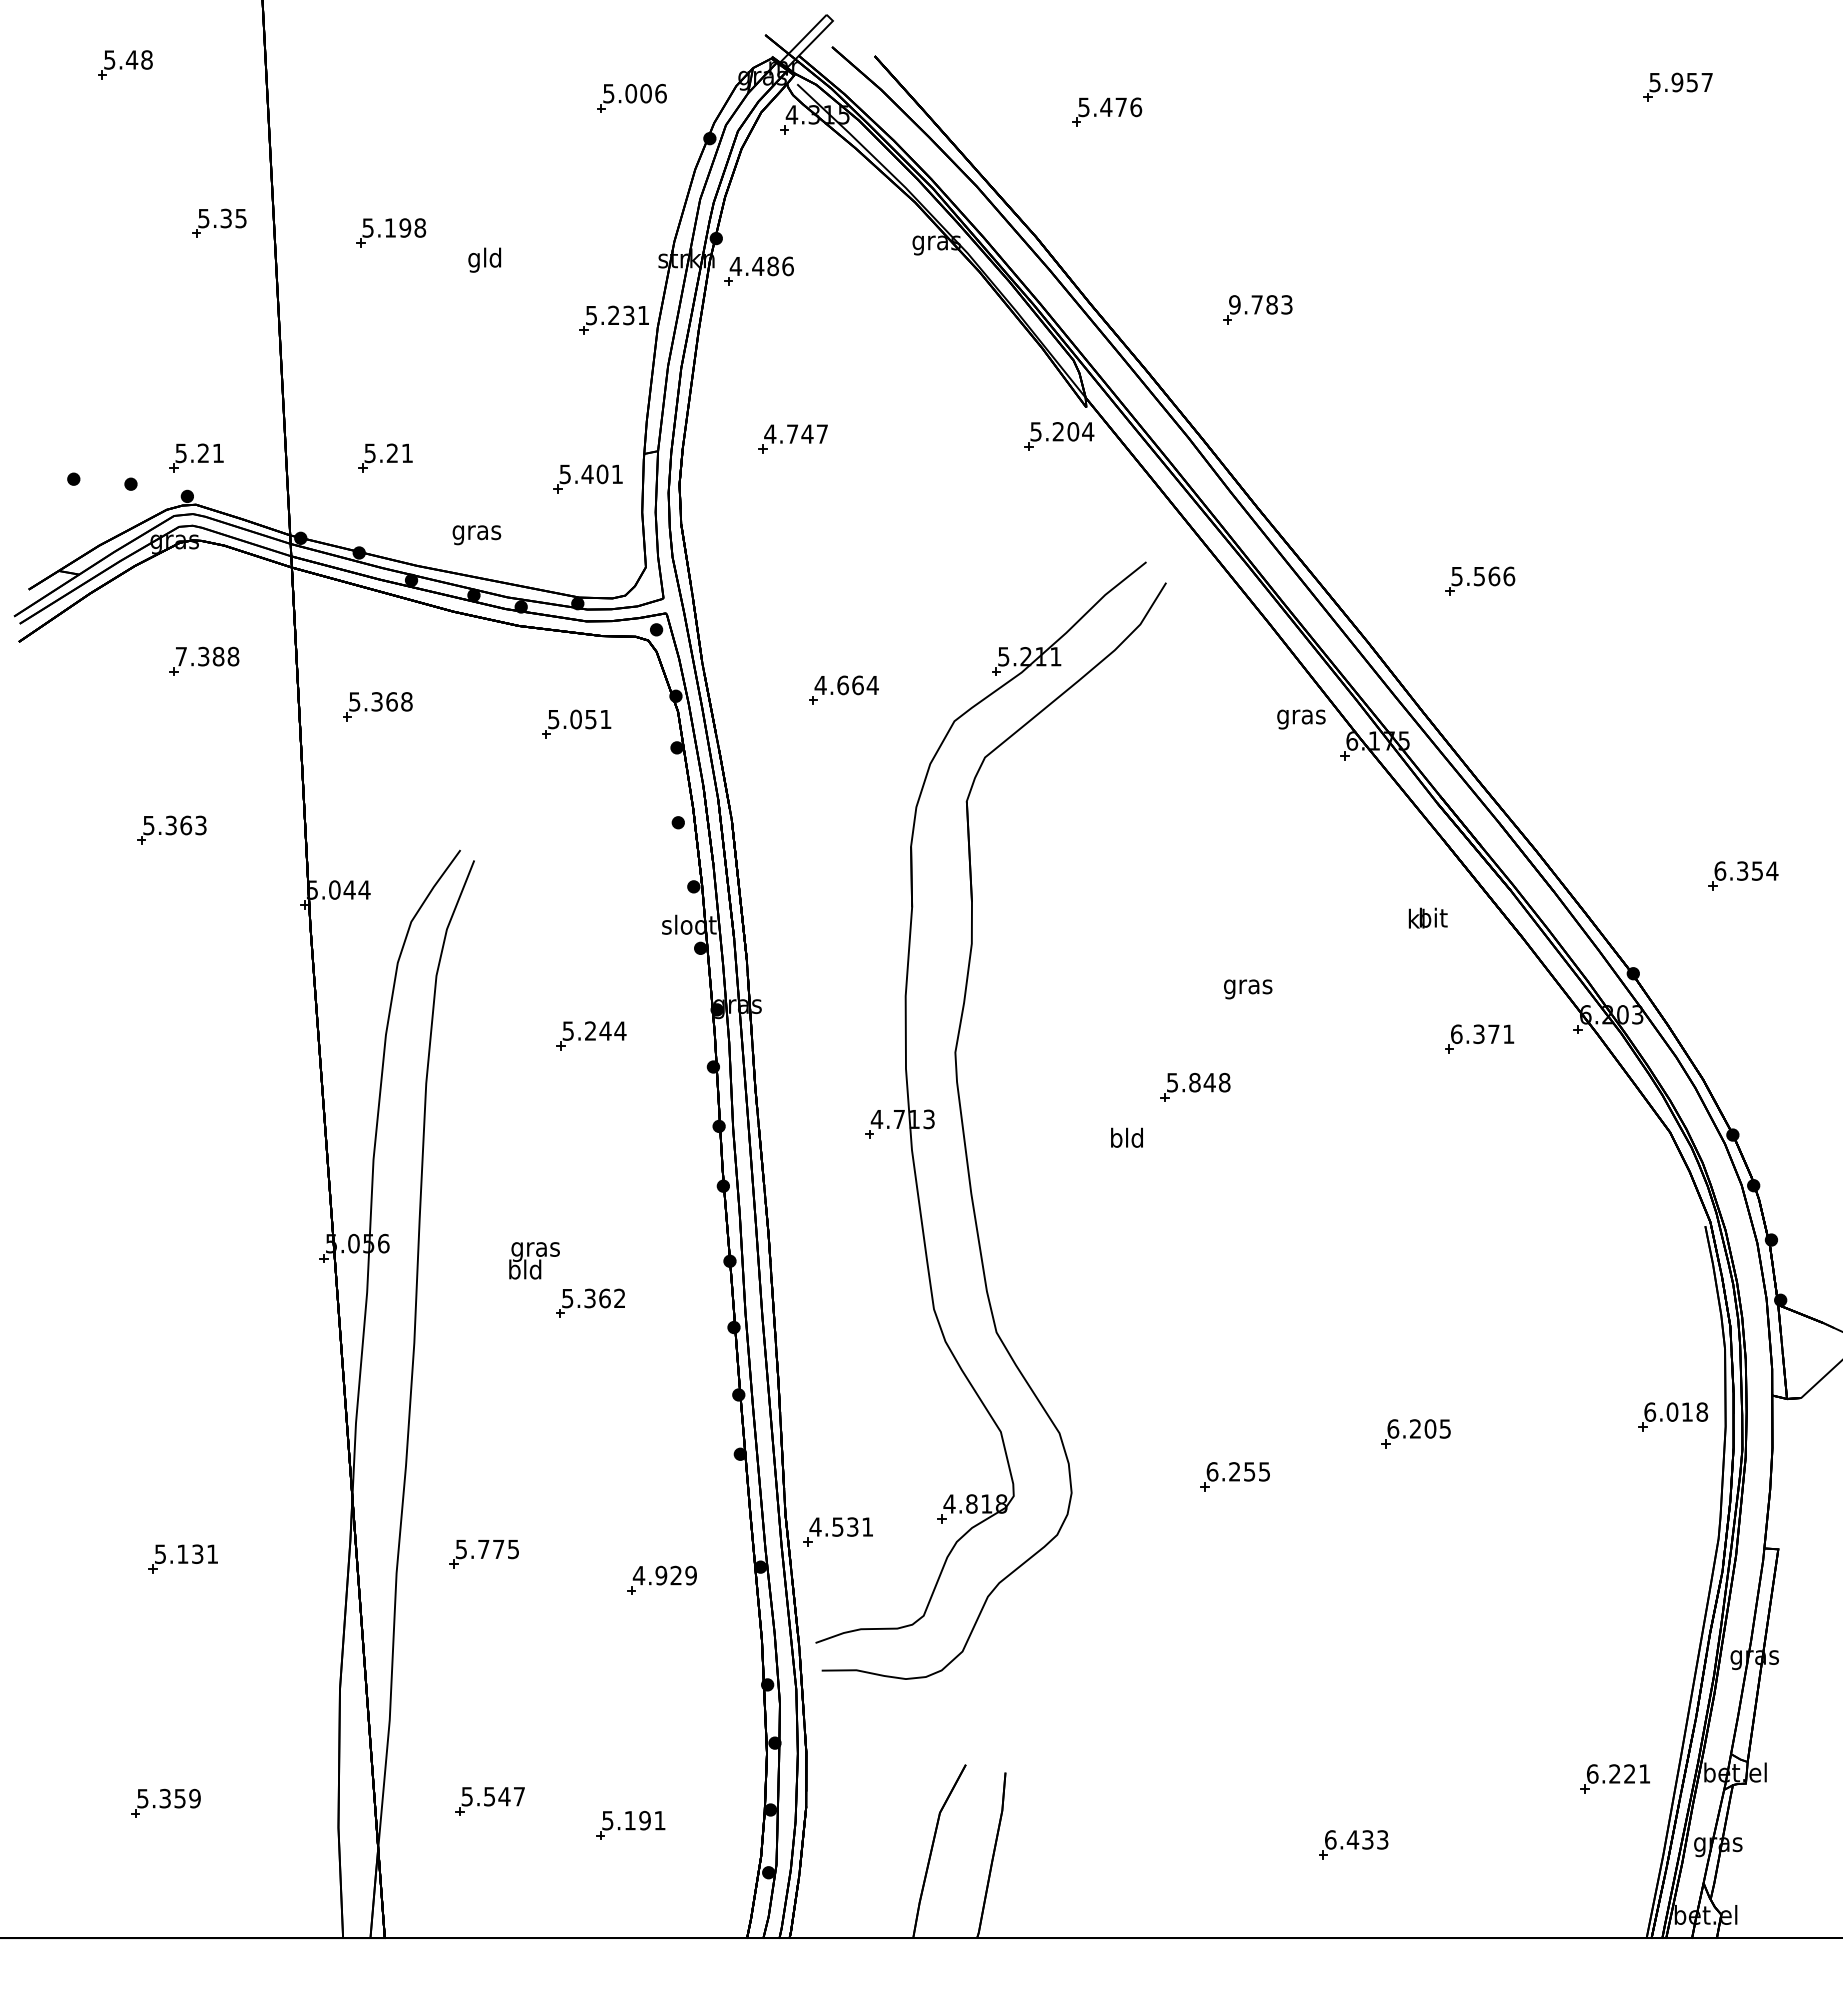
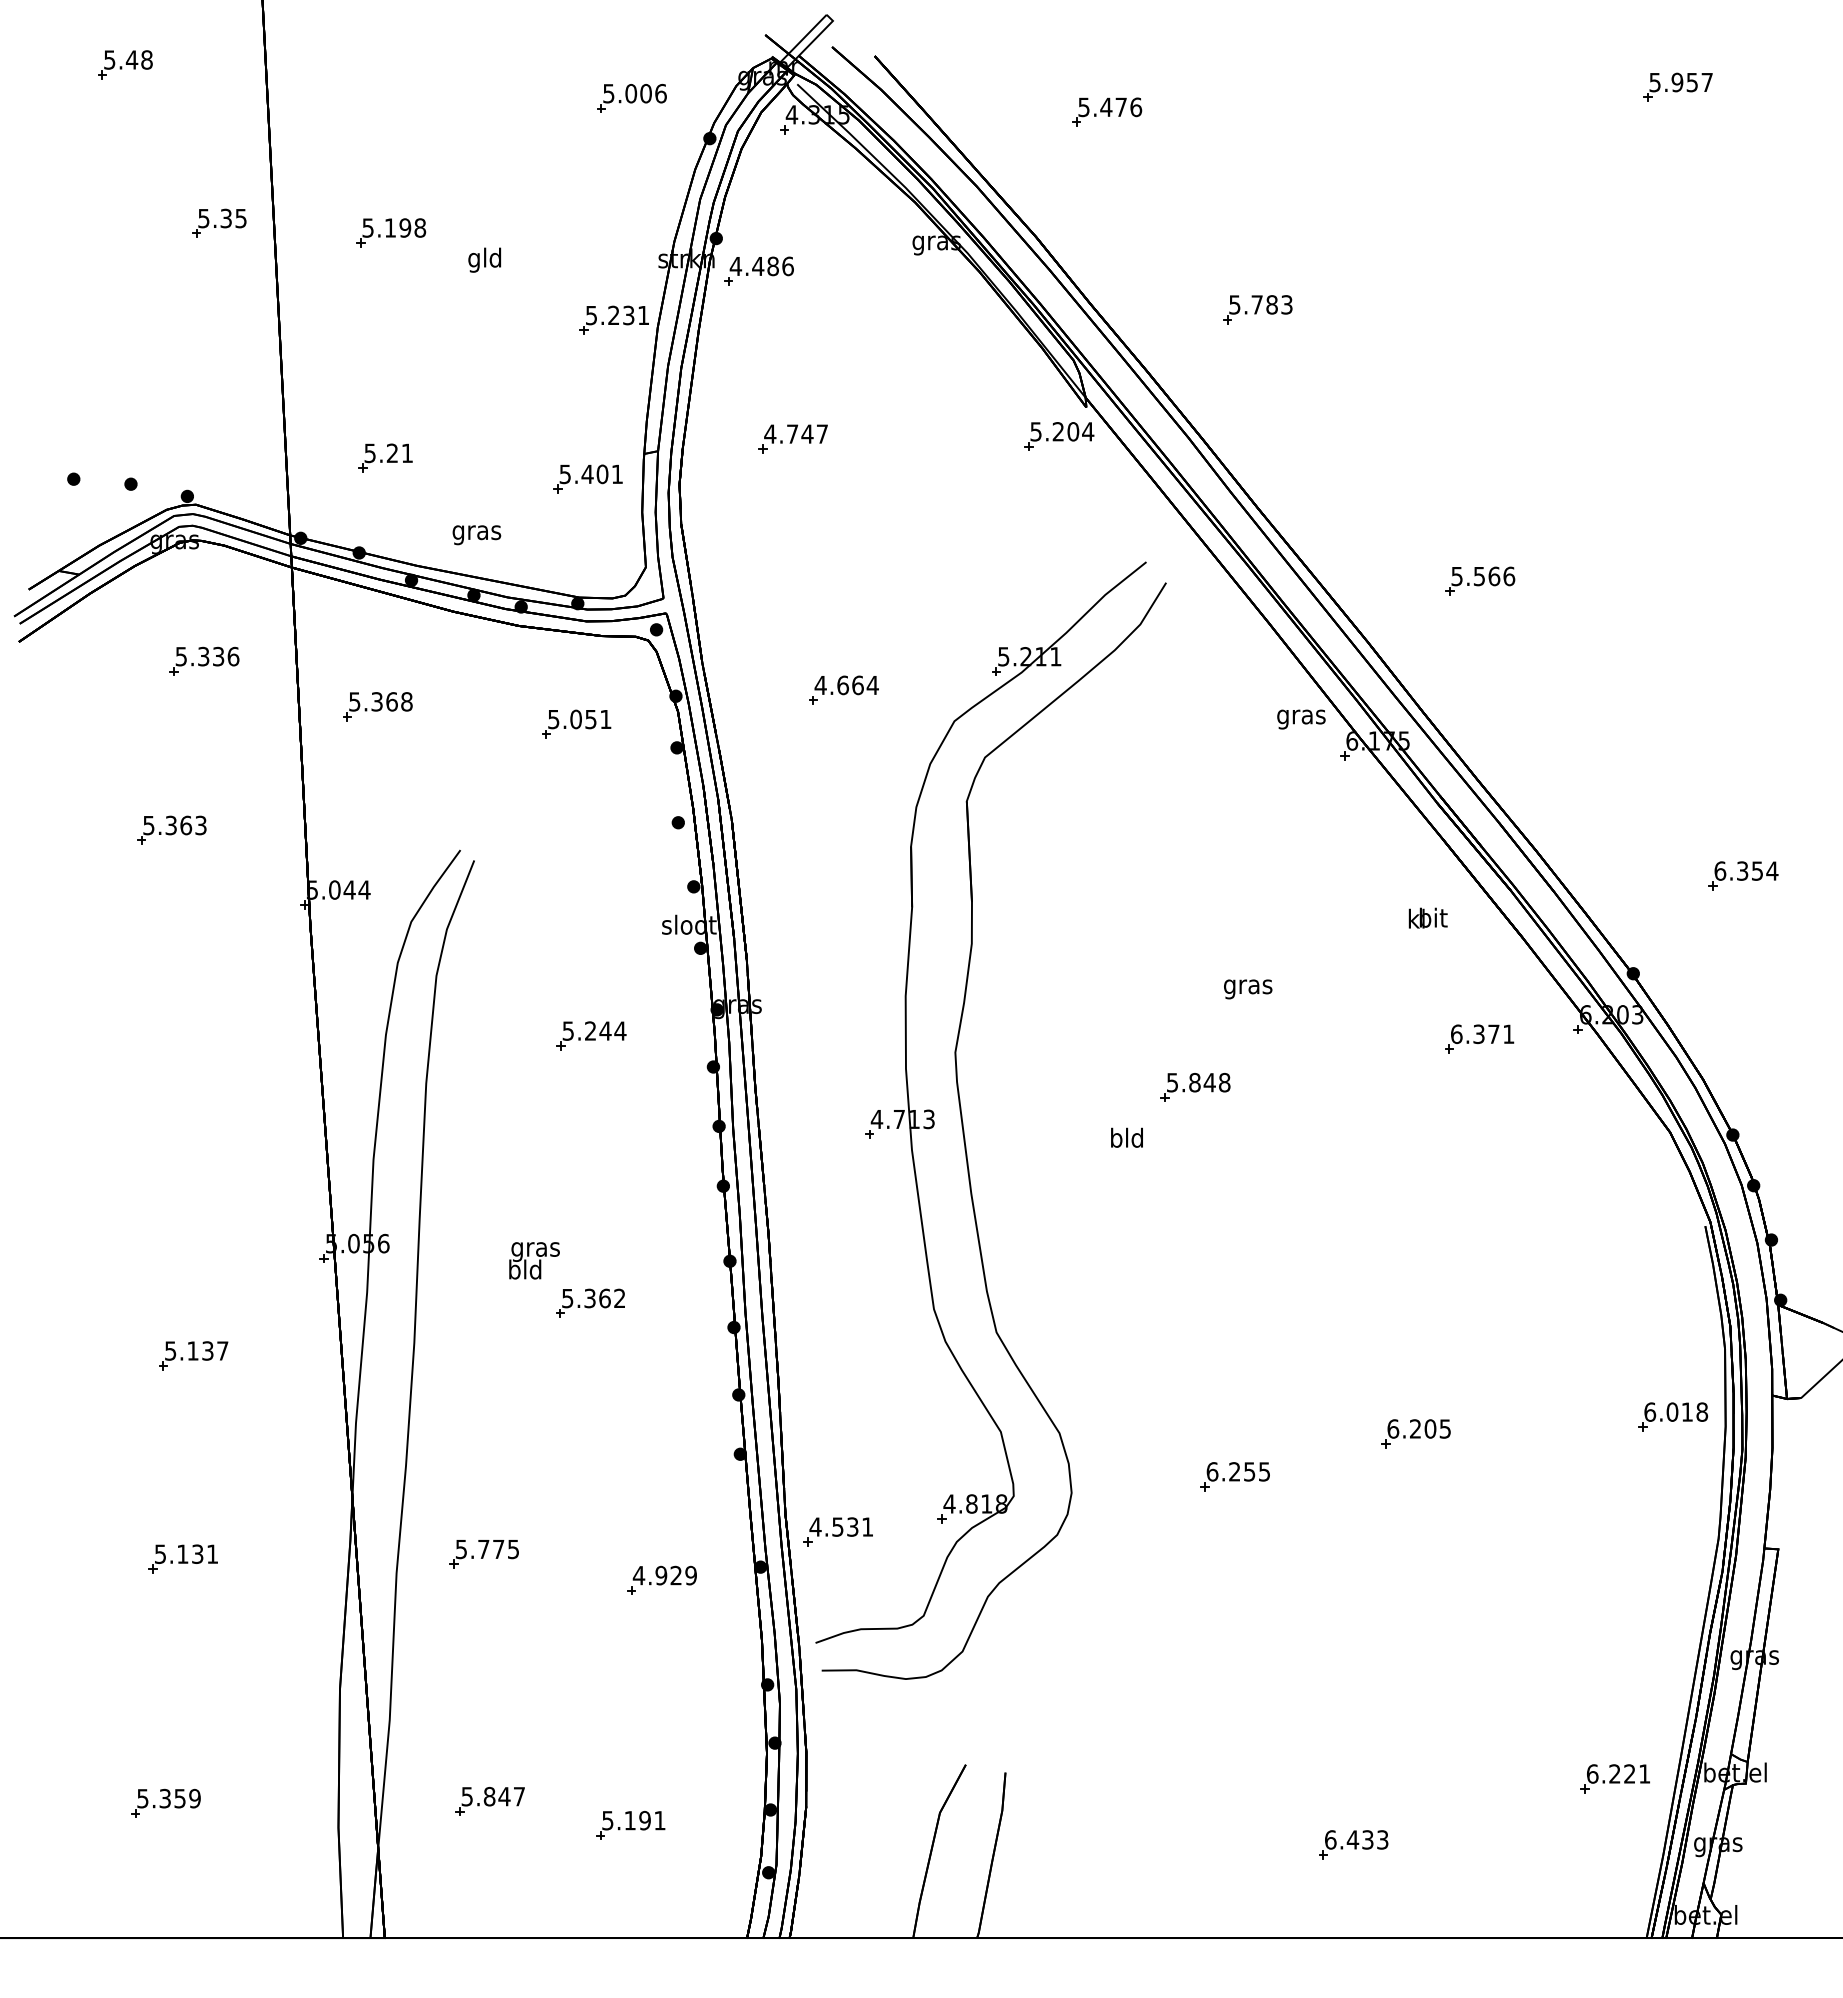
text at (1234, 304): 9.783 -> 5.783
part at (196, 457): present -> none
text at (207, 656): 7.388 -> 5.336
part at (193, 1355): none -> present
text at (489, 1796): 5.547 -> 5.847
